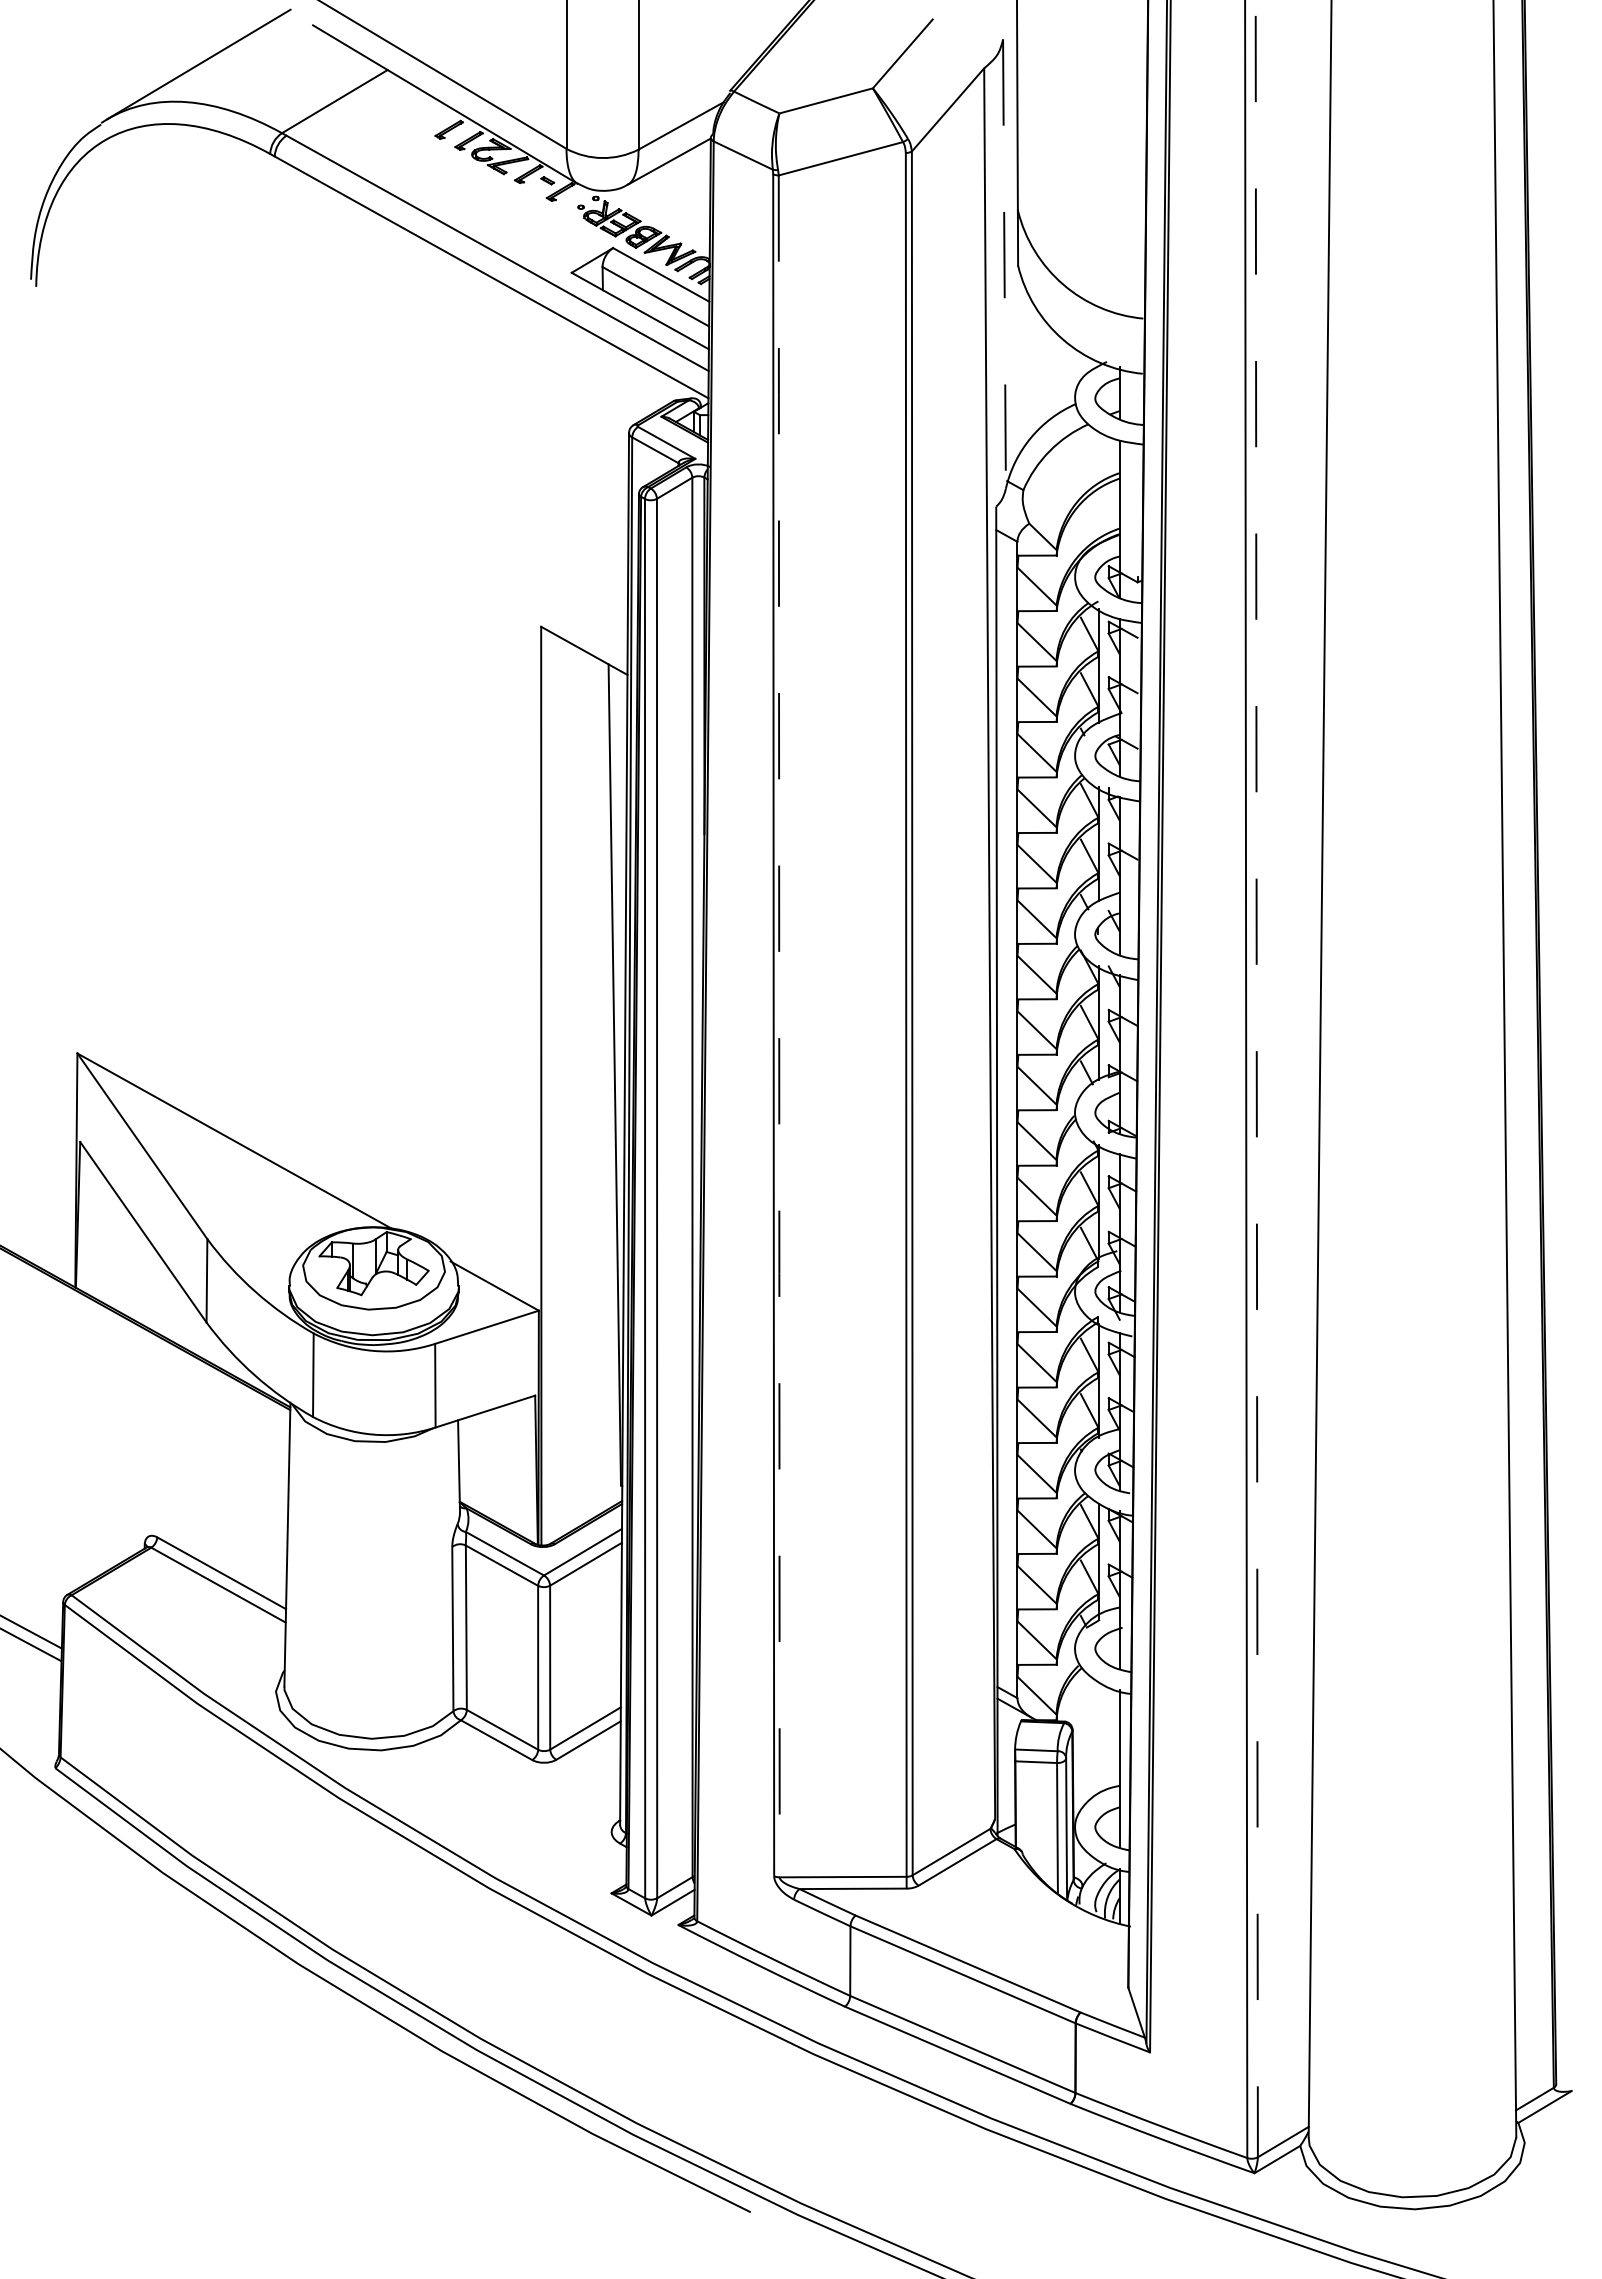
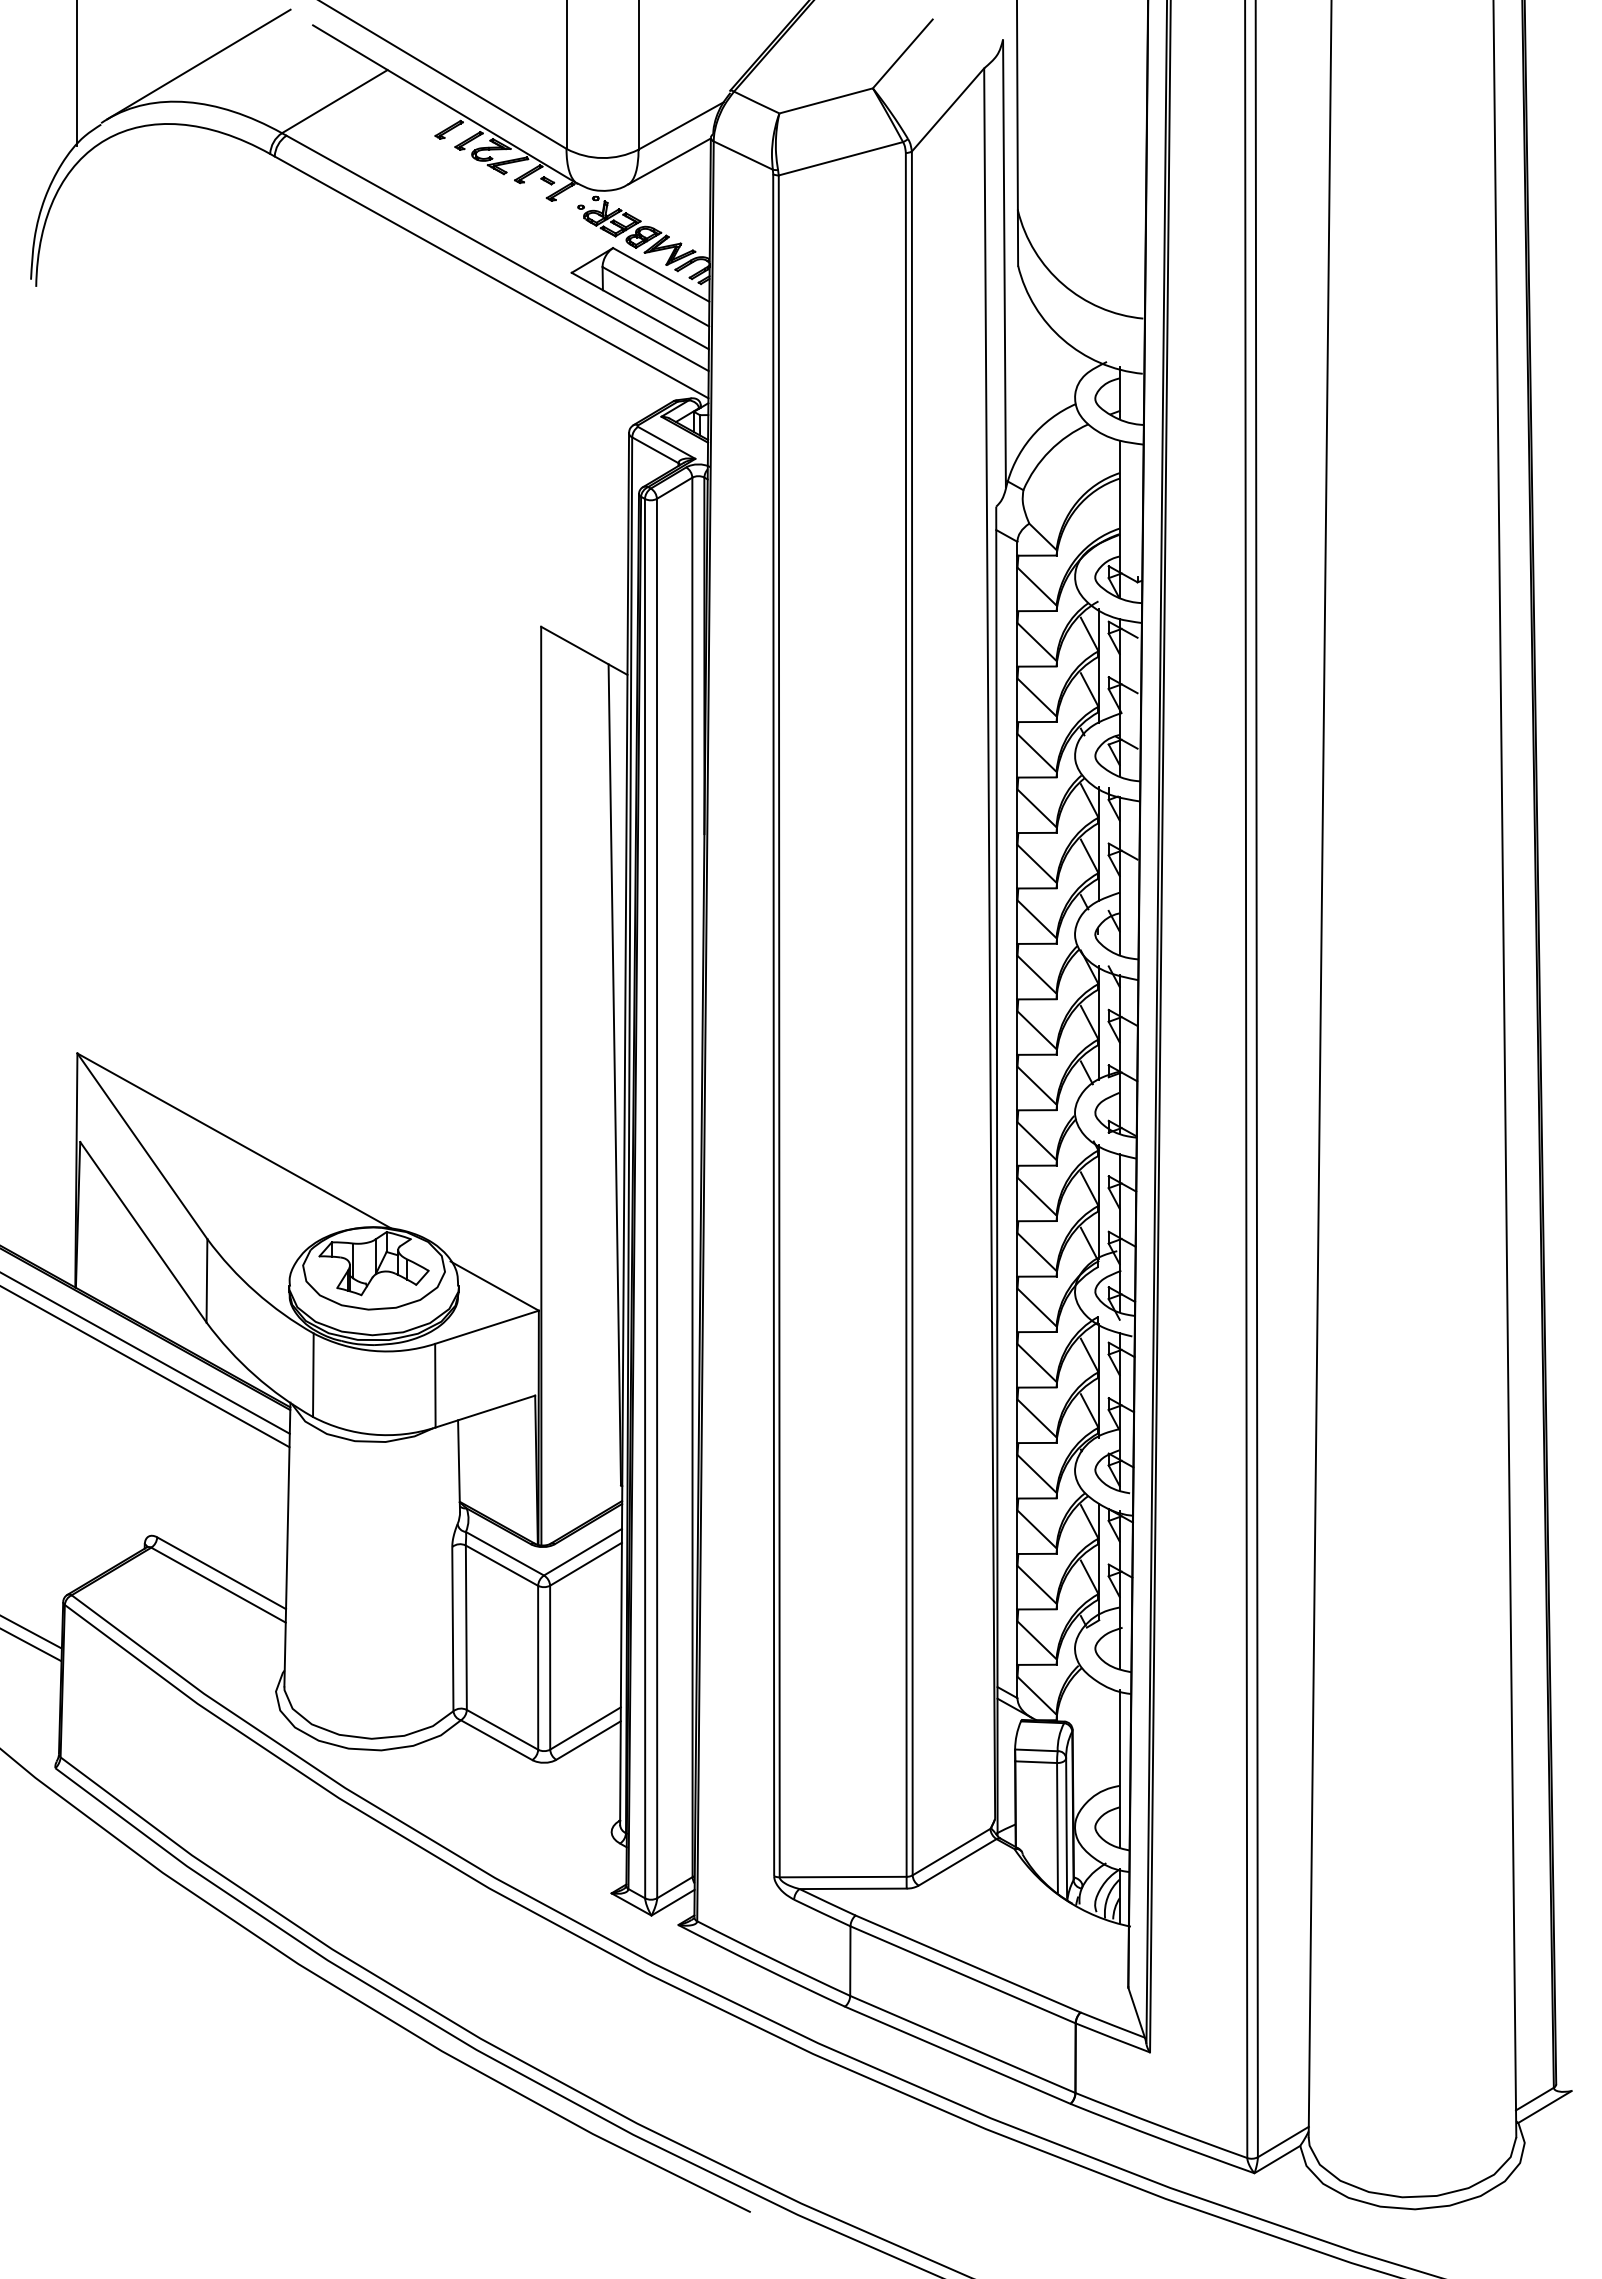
line at (77, 73): none -> present
line at (1004, 263): dashed -> solid
line at (779, 1026): dashed -> solid
line at (1256, 1079): dashed -> solid
line at (145, 1353): none -> present
line at (145, 1367): none -> present
